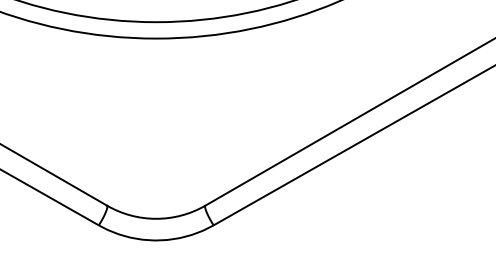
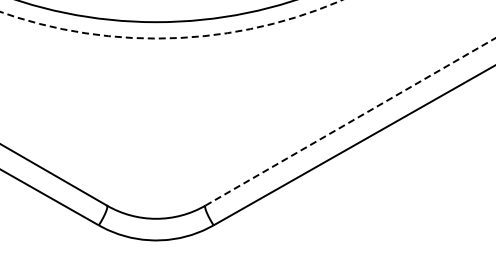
arc at (172, 38): solid -> dashed
line at (350, 121): solid -> dashed
